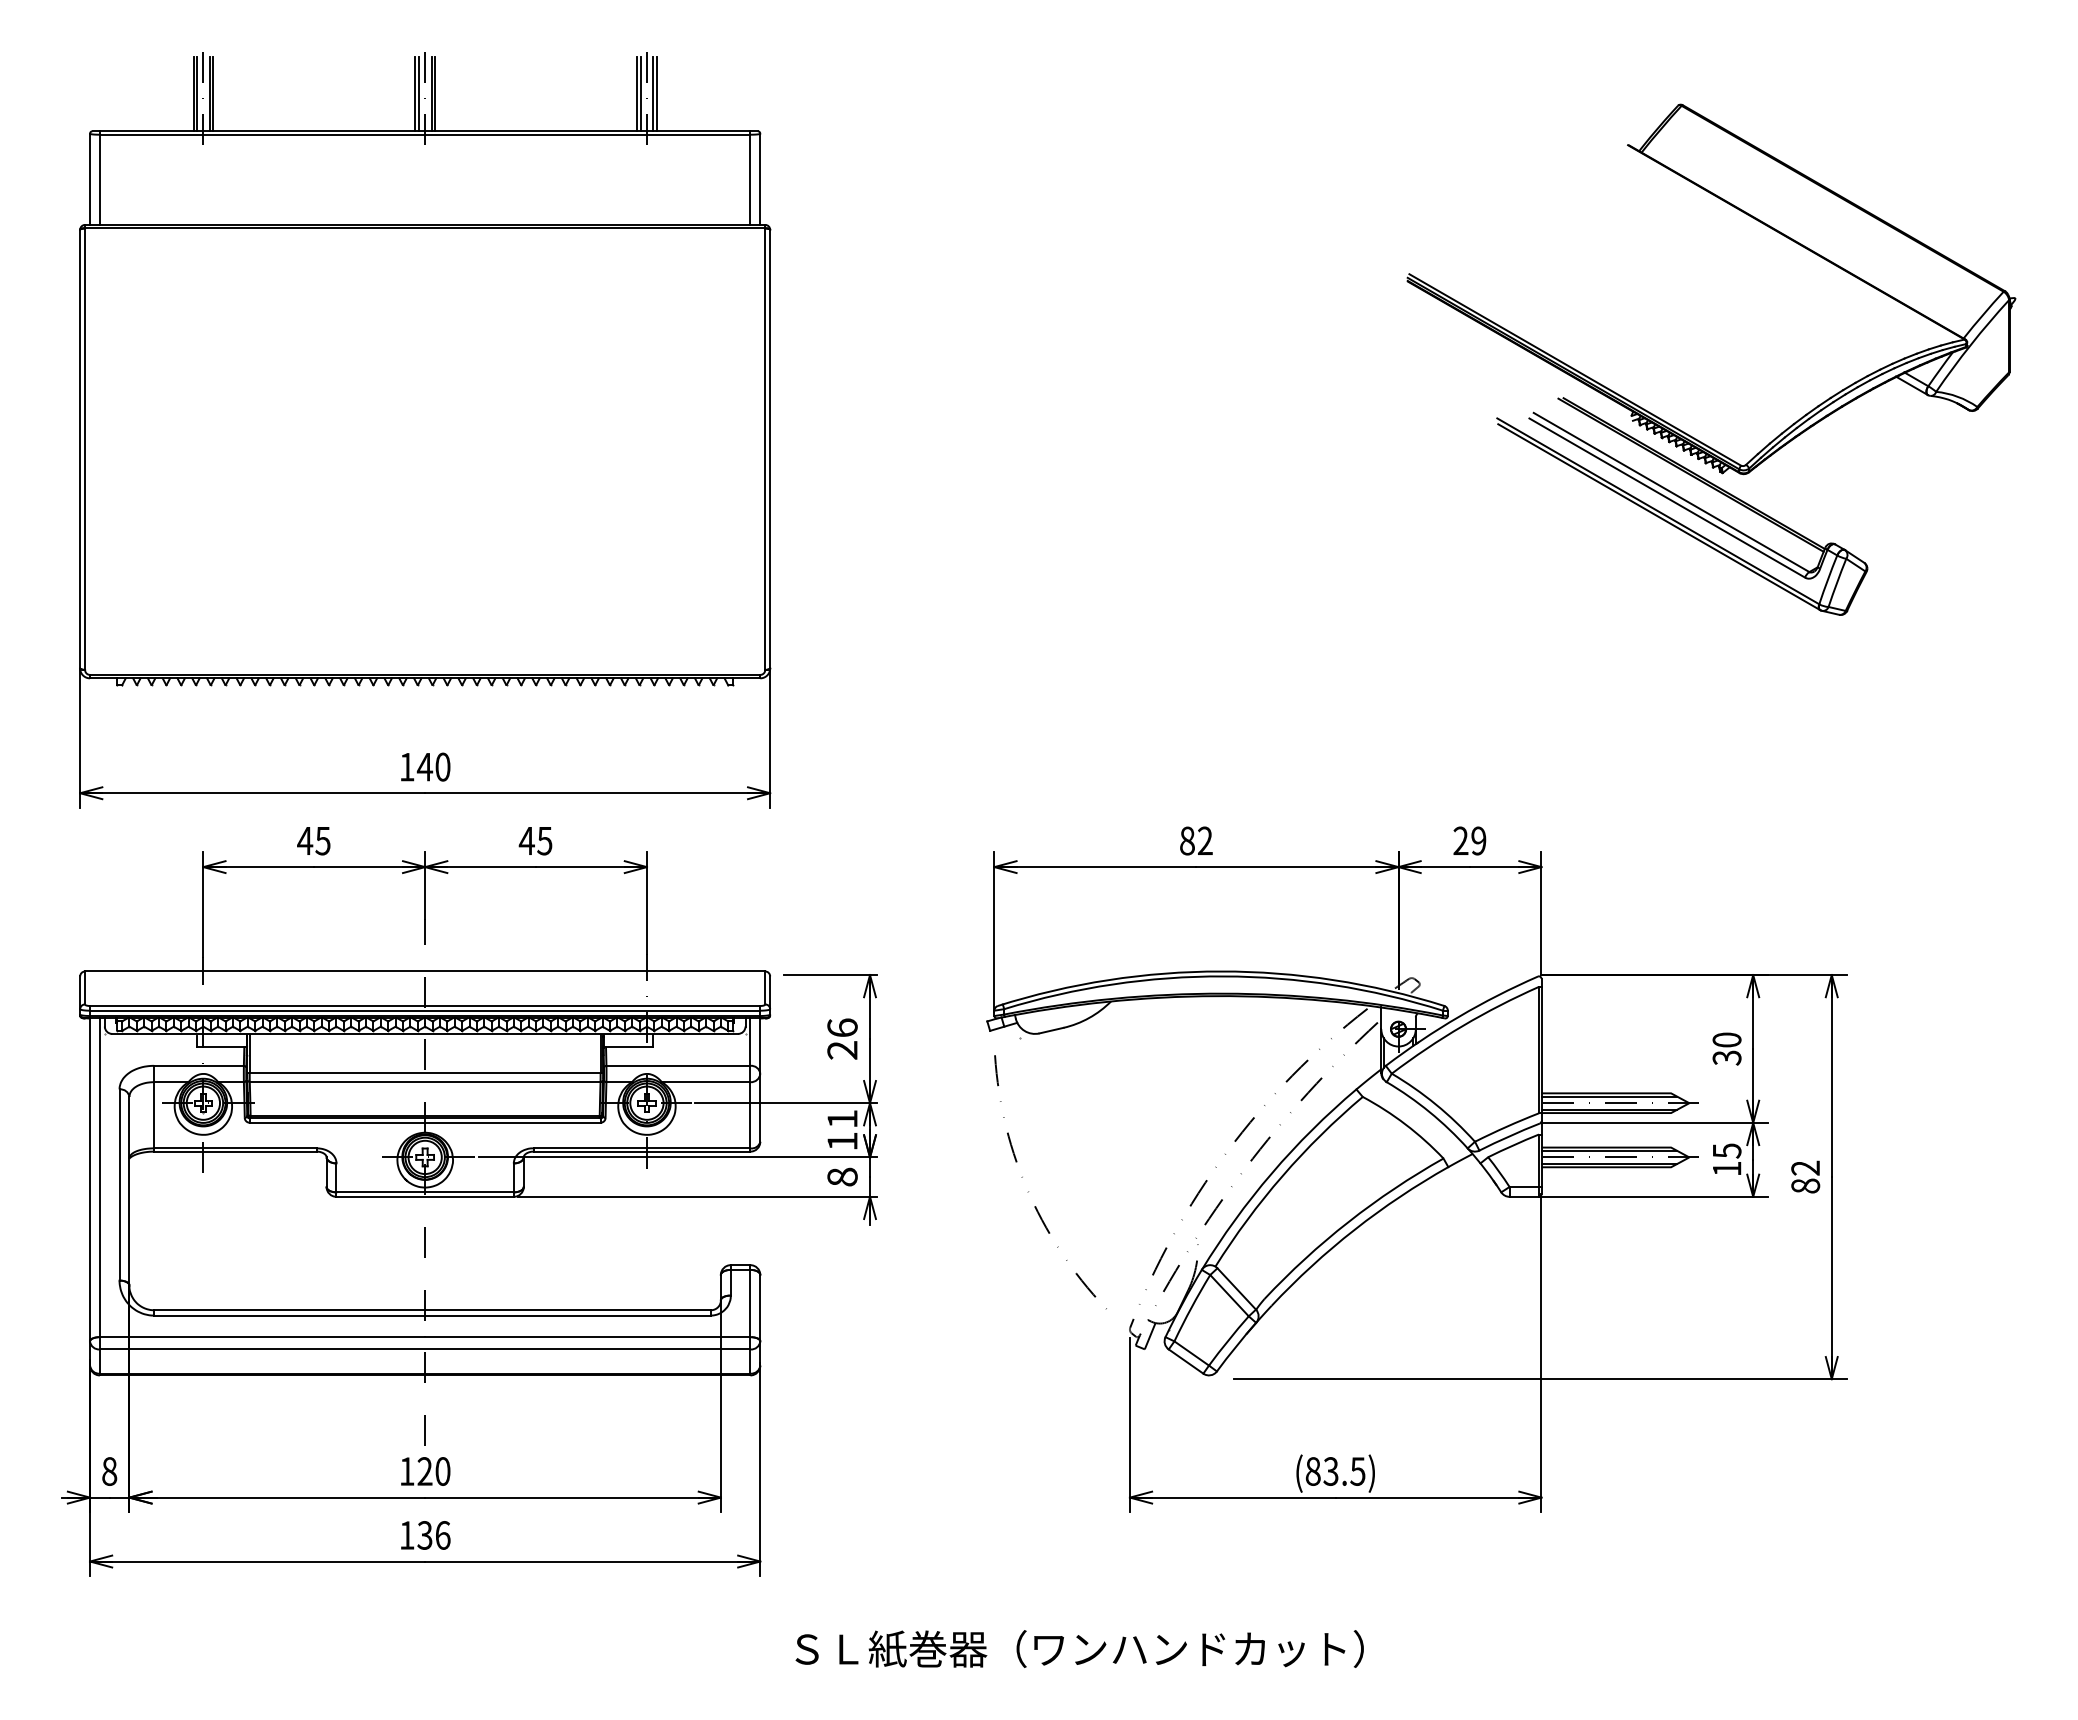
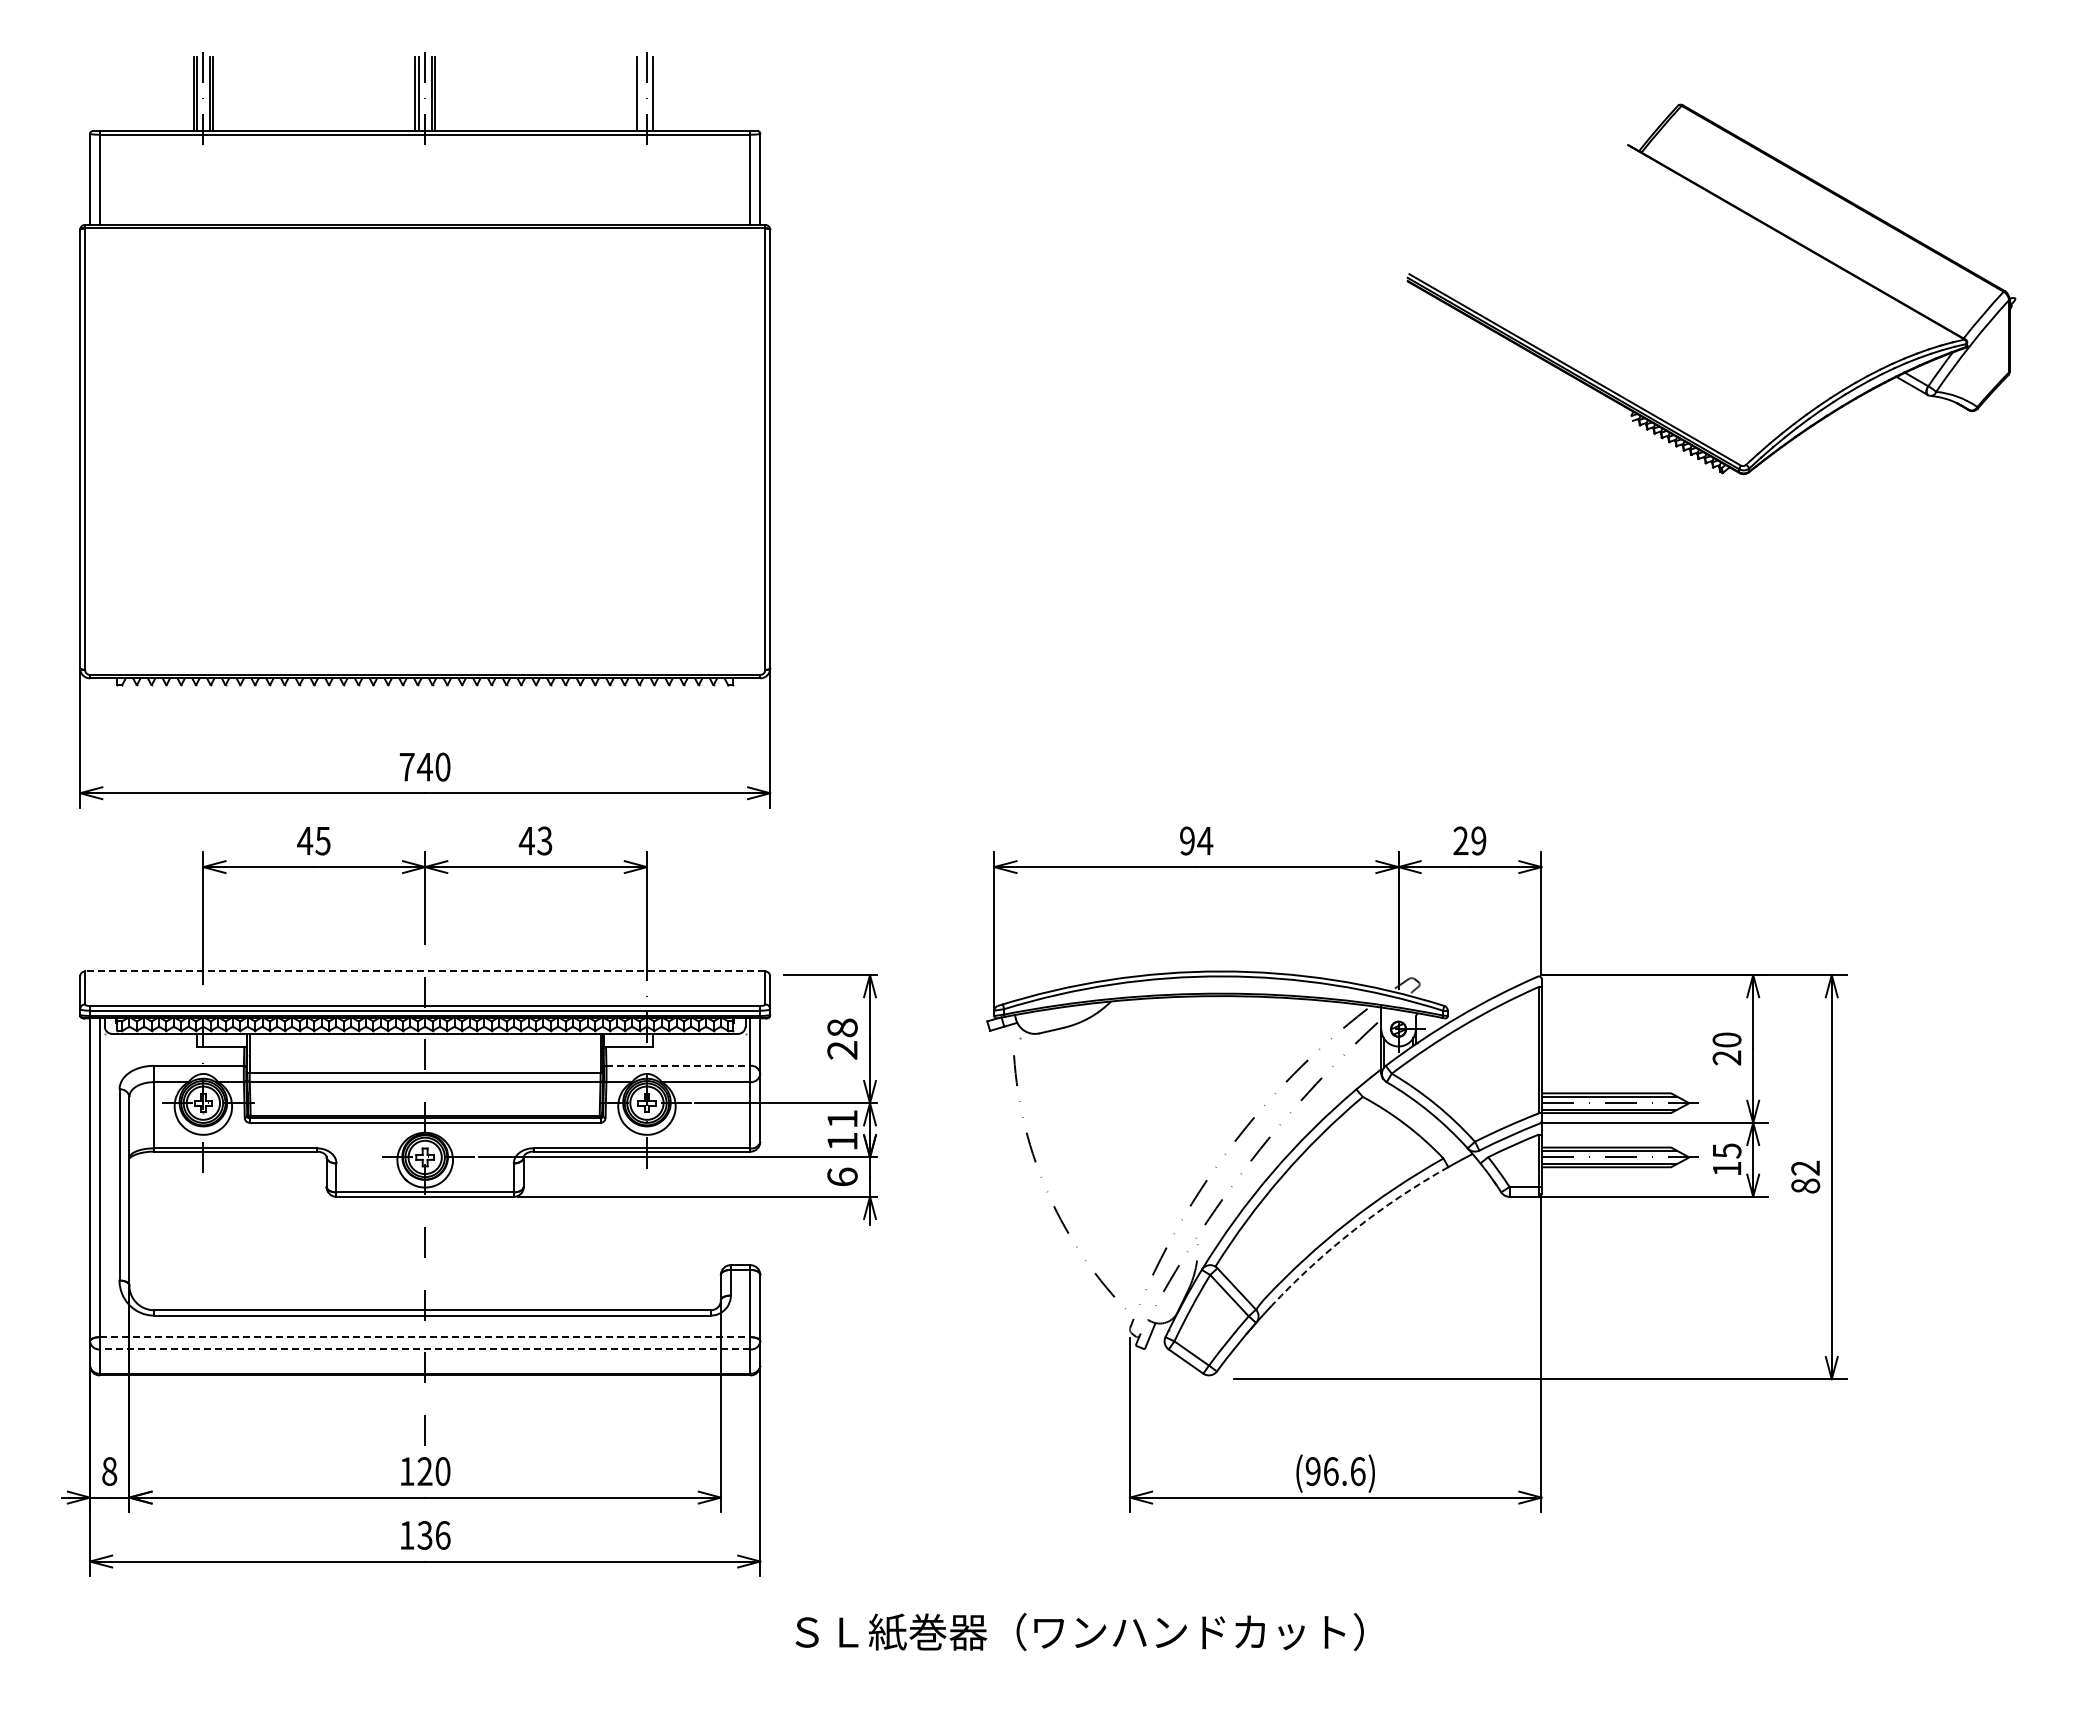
line at (640, 94): present -> none
line at (656, 94): present -> none
part at (1682, 506): present -> none
text at (406, 767): 140 -> 740
text at (544, 840): 45 -> 43
text at (1196, 840): 82 -> 94
line at (424, 971): solid -> dashed
text at (842, 1027): 26 -> 28
text at (1727, 1057): 30 -> 20
line at (678, 1065): solid -> dashed
text at (842, 1176): 8 -> 6
arc at (1029, 1191) position: (1029, 1191) -> (1048, 1191)
arc at (1354, 1229): solid -> dashed
line at (425, 1337): solid -> dashed
line at (424, 1349): solid -> dashed
text at (1335, 1471): (83.5) -> (96.6)
text at (1079, 1648) position: (1079, 1648) -> (1079, 1631)
